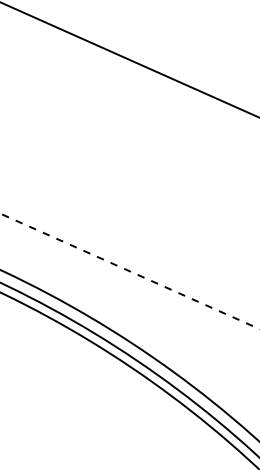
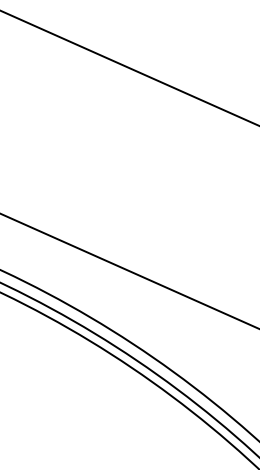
line at (129, 59) position: (129, 59) -> (129, 67)
line at (130, 271): dashed -> solid
